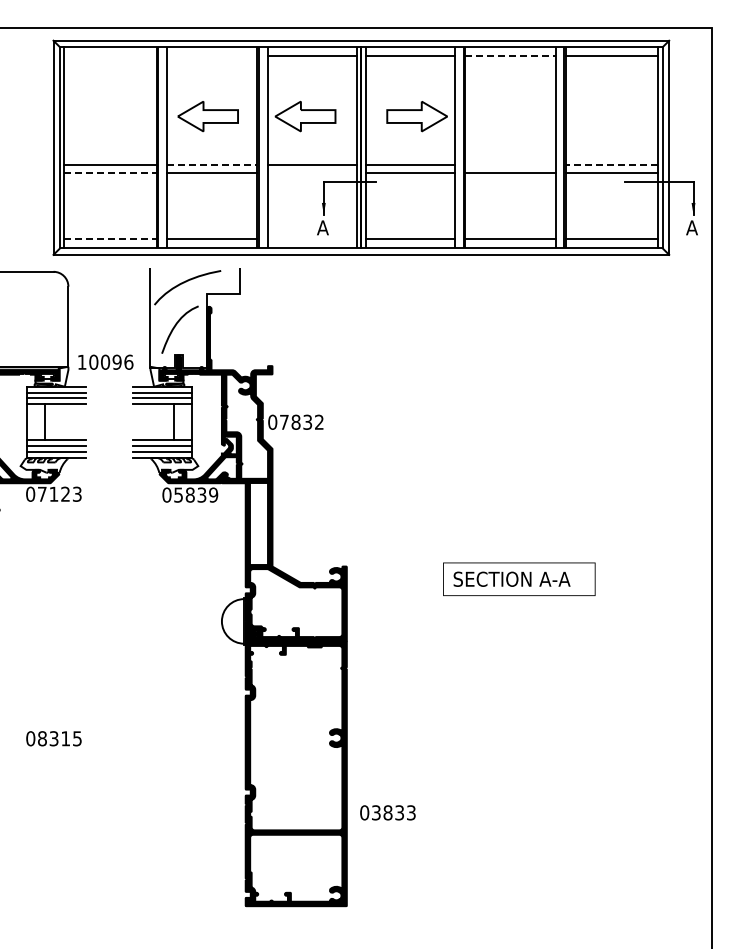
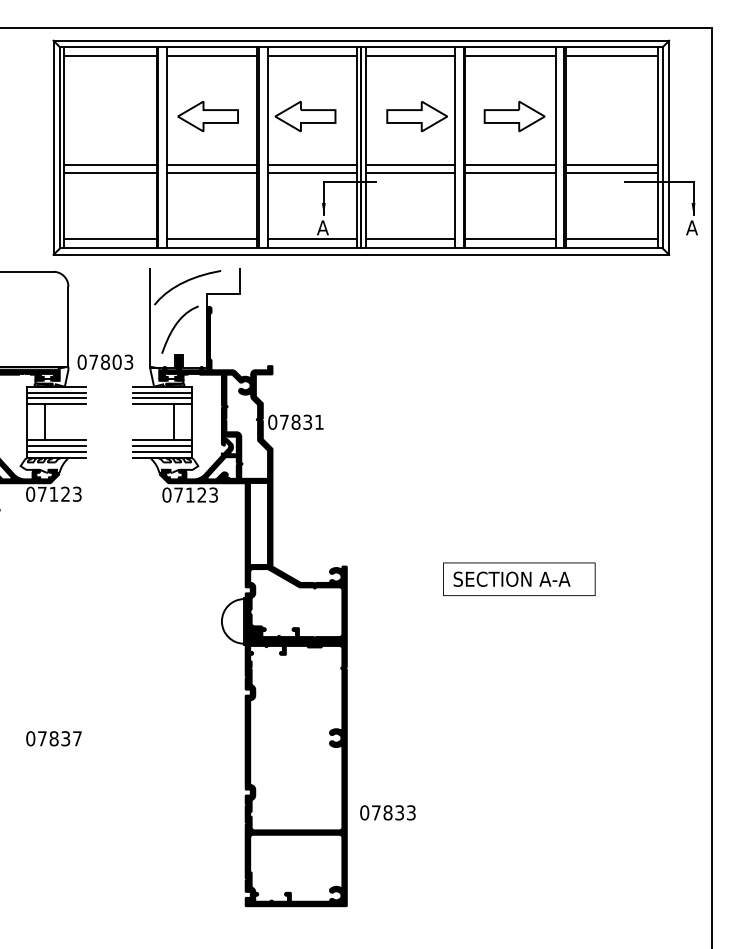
line at (110, 56): none -> present
line at (212, 56): none -> present
line at (511, 56): dashed -> solid
part at (514, 116): none -> present
line at (212, 165): dashed -> solid
line at (510, 165): none -> present
line at (611, 165): dashed -> solid
line at (111, 173): dashed -> solid
line at (312, 173): none -> present
line at (111, 239): dashed -> solid
line at (312, 239): none -> present
text at (105, 361): 10096 -> 07803
text at (319, 421): 07832 -> 07831
text at (196, 494): 05839 -> 07123
text at (59, 738): 08315 -> 07837
text at (376, 812): 03833 -> 07833
